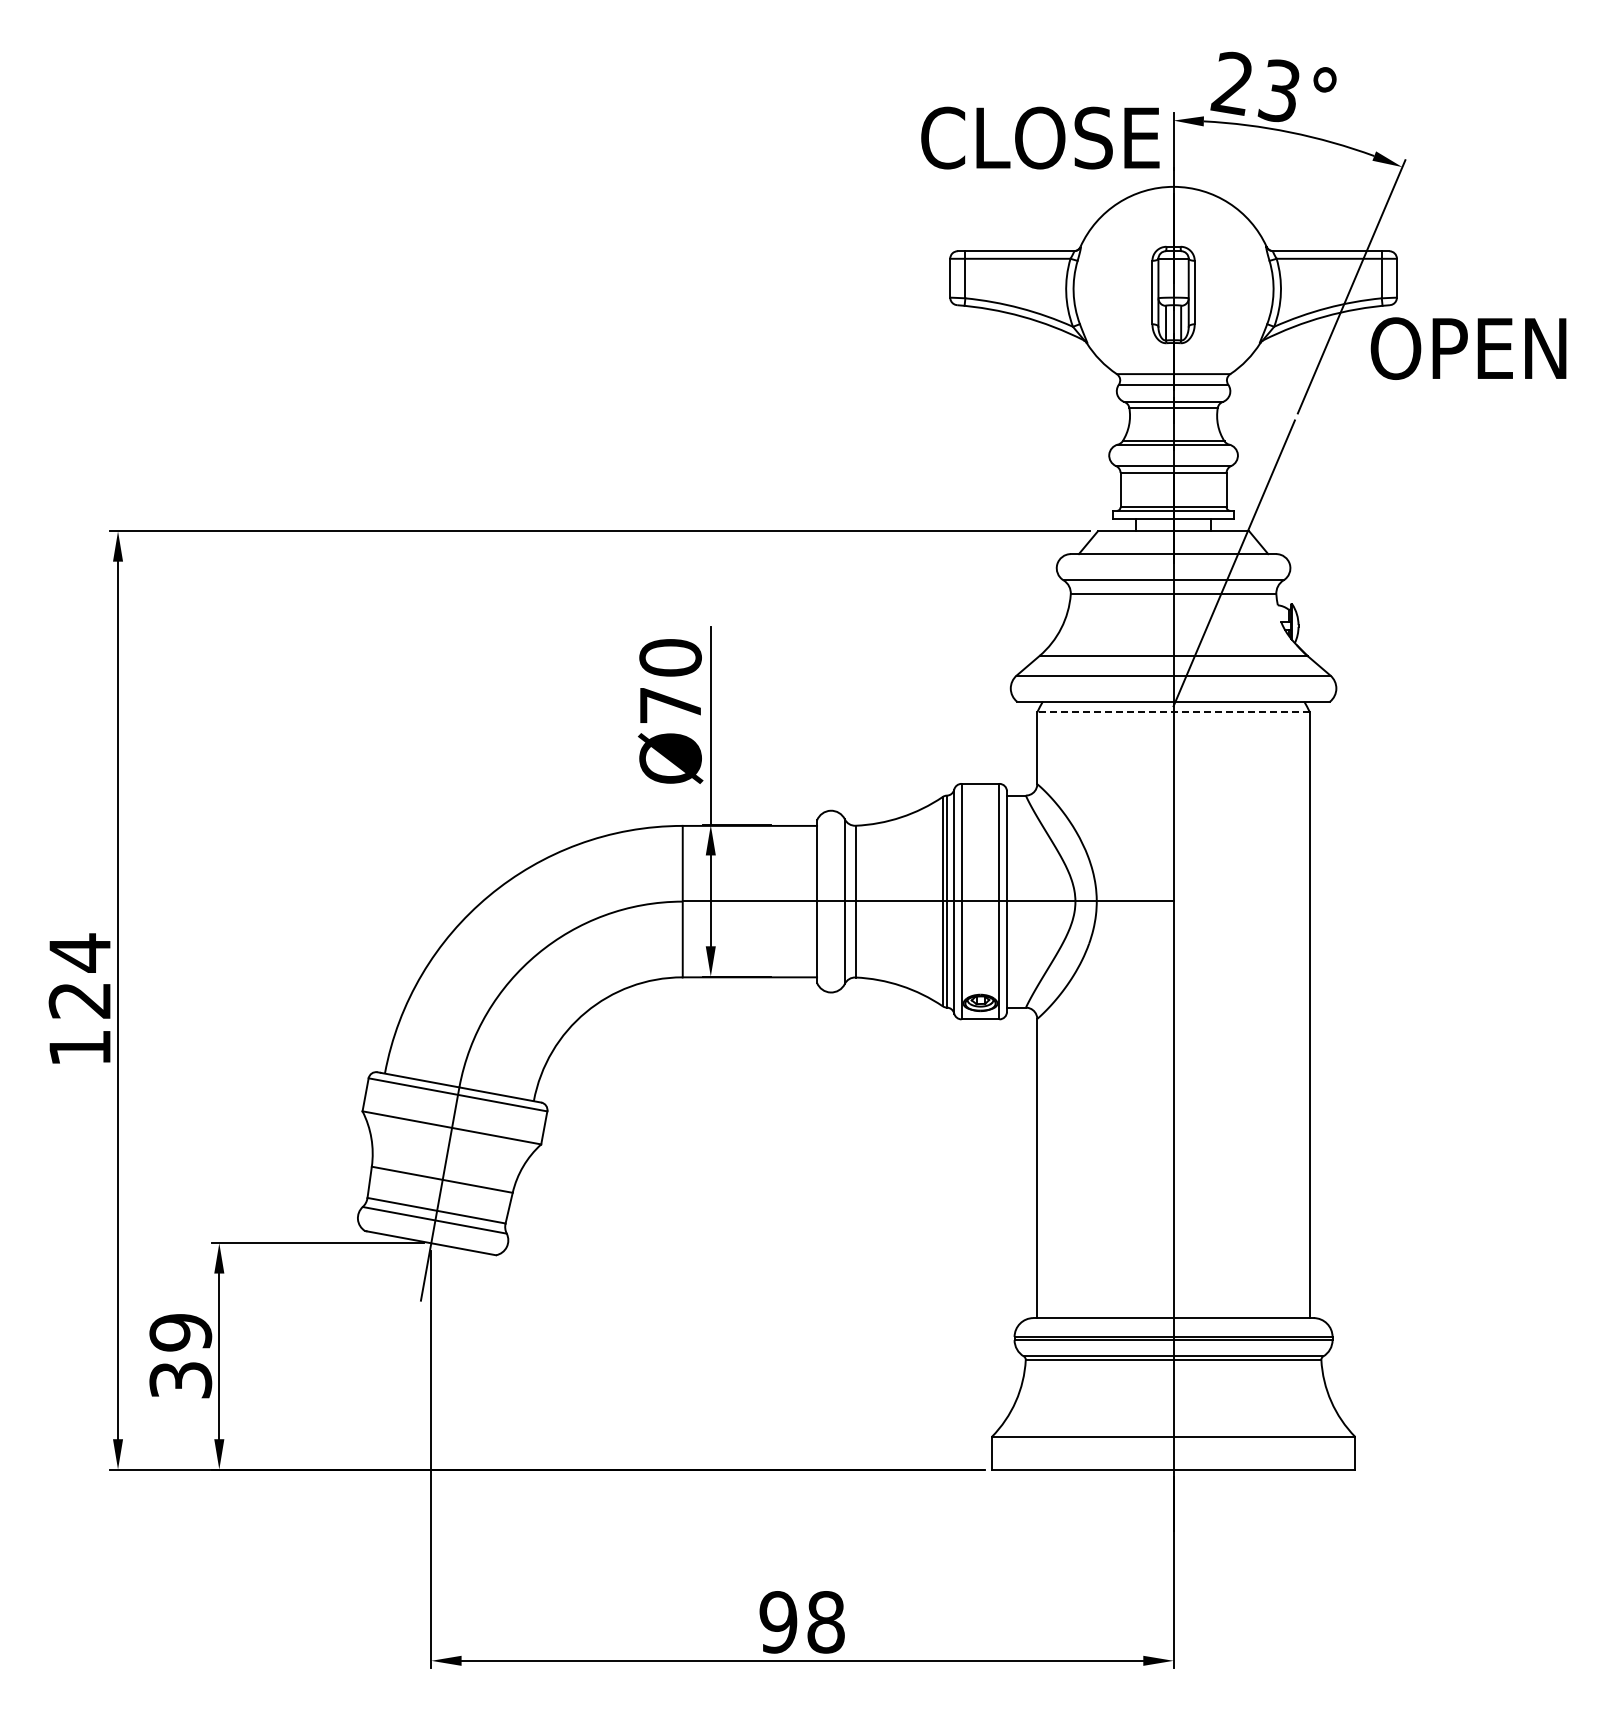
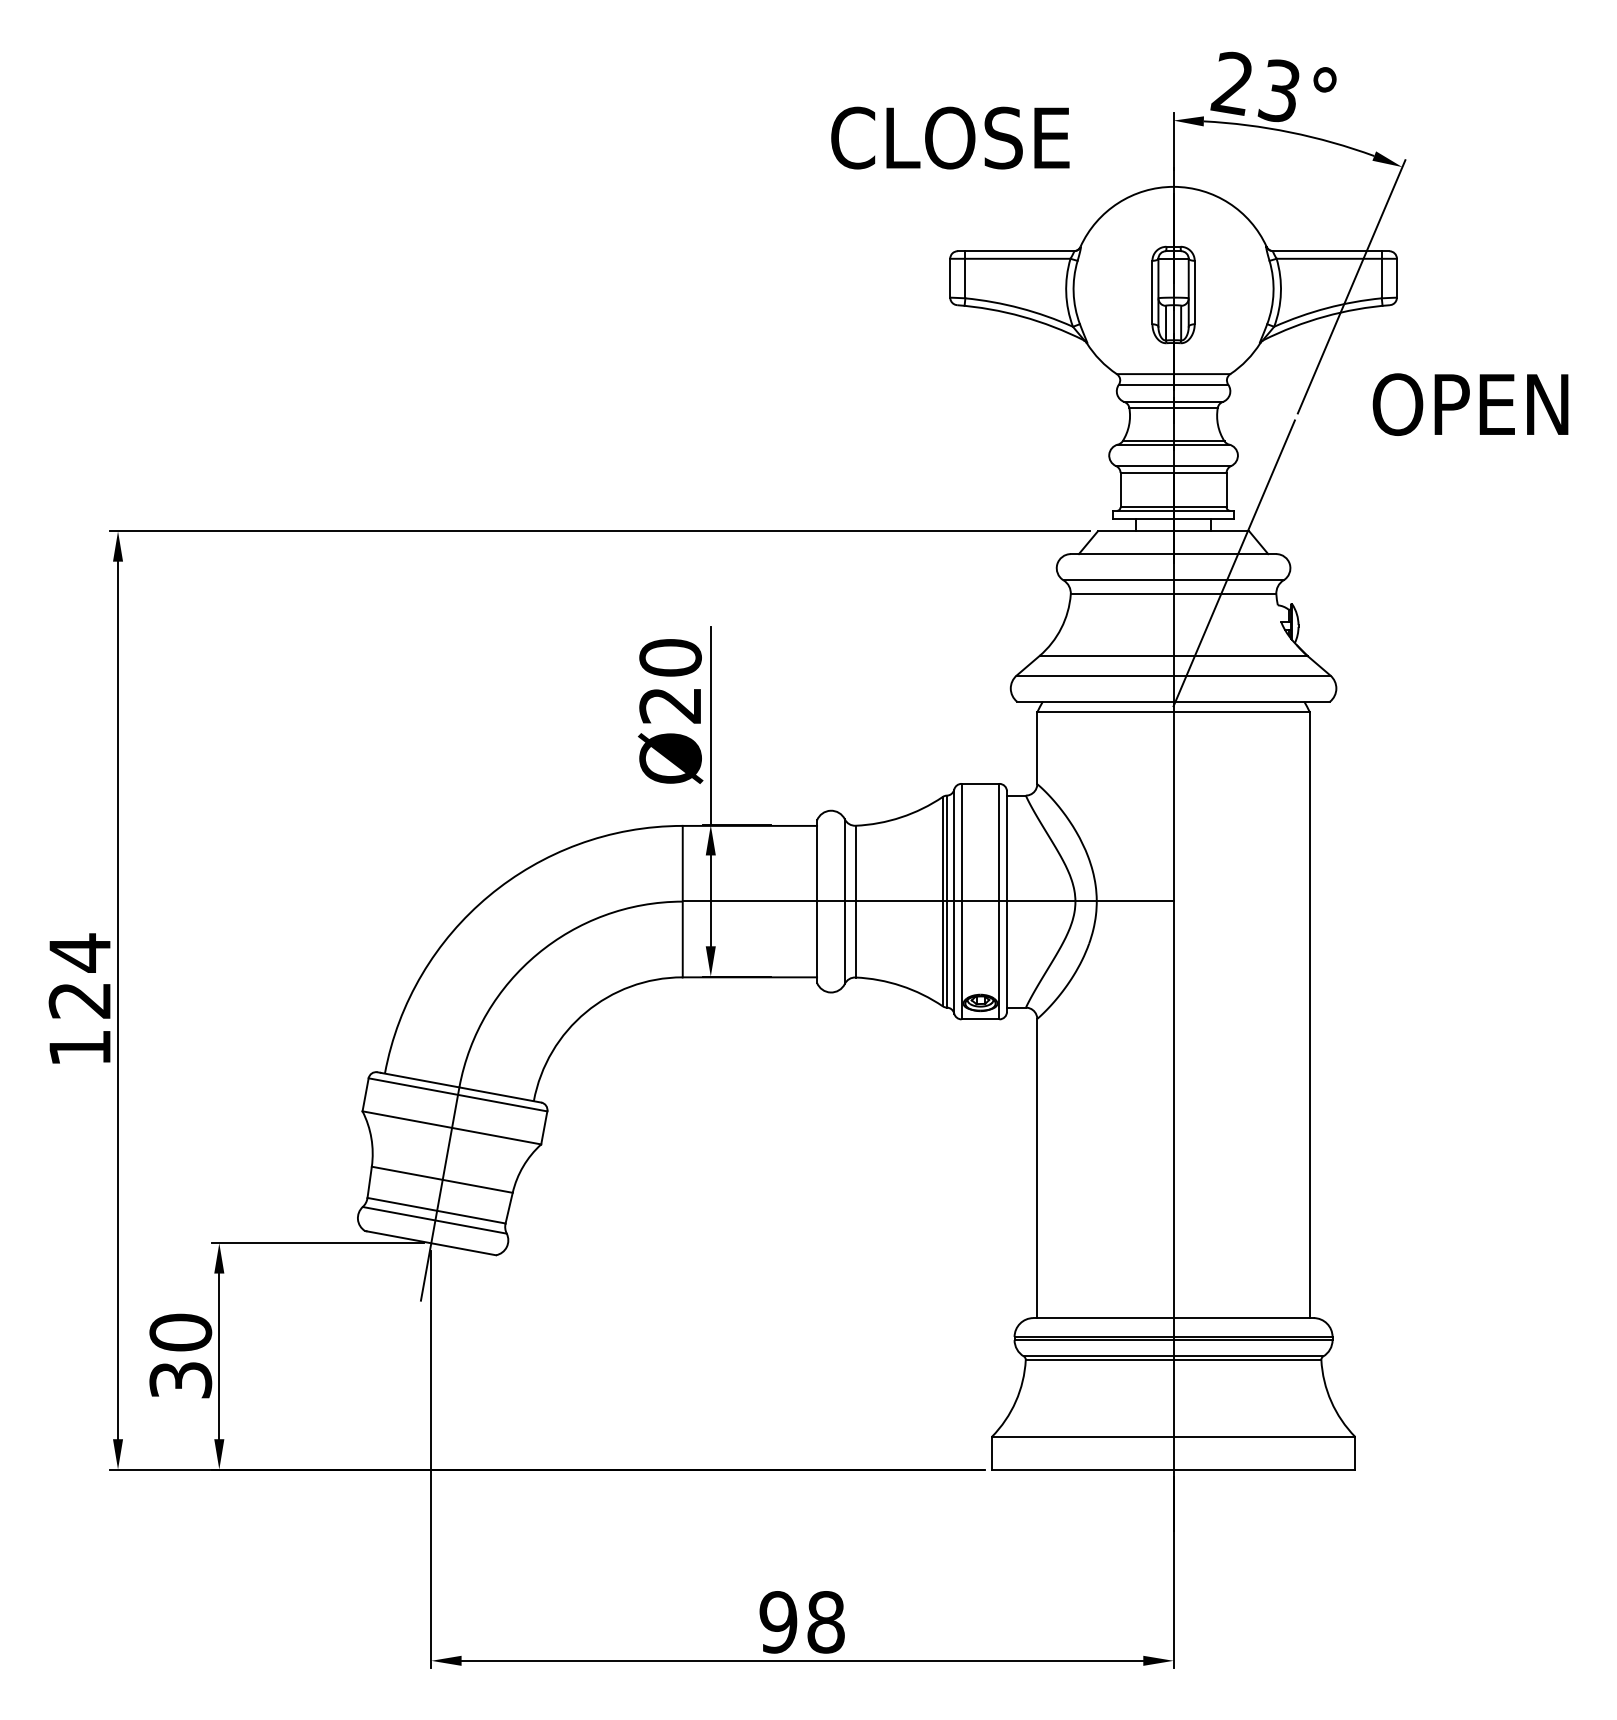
text at (1040, 137) position: (1040, 137) -> (950, 137)
text at (1468, 348) position: (1468, 348) -> (1470, 404)
text at (669, 705): Ø70 -> Ø20
line at (1173, 712): dashed -> solid
text at (180, 1332): 39 -> 30
